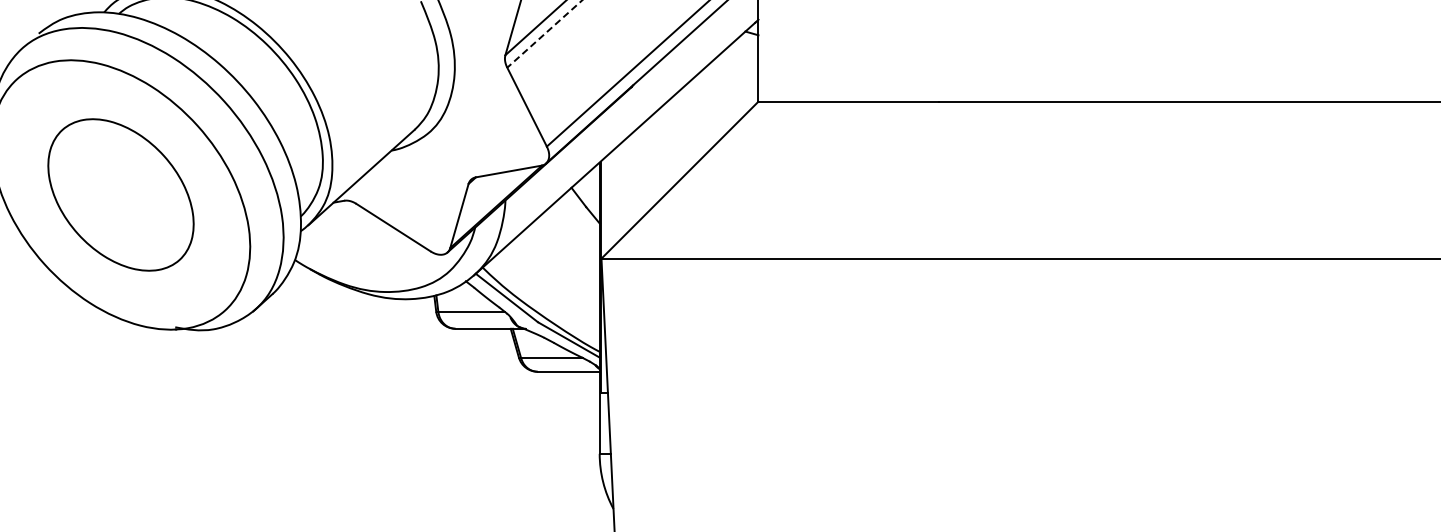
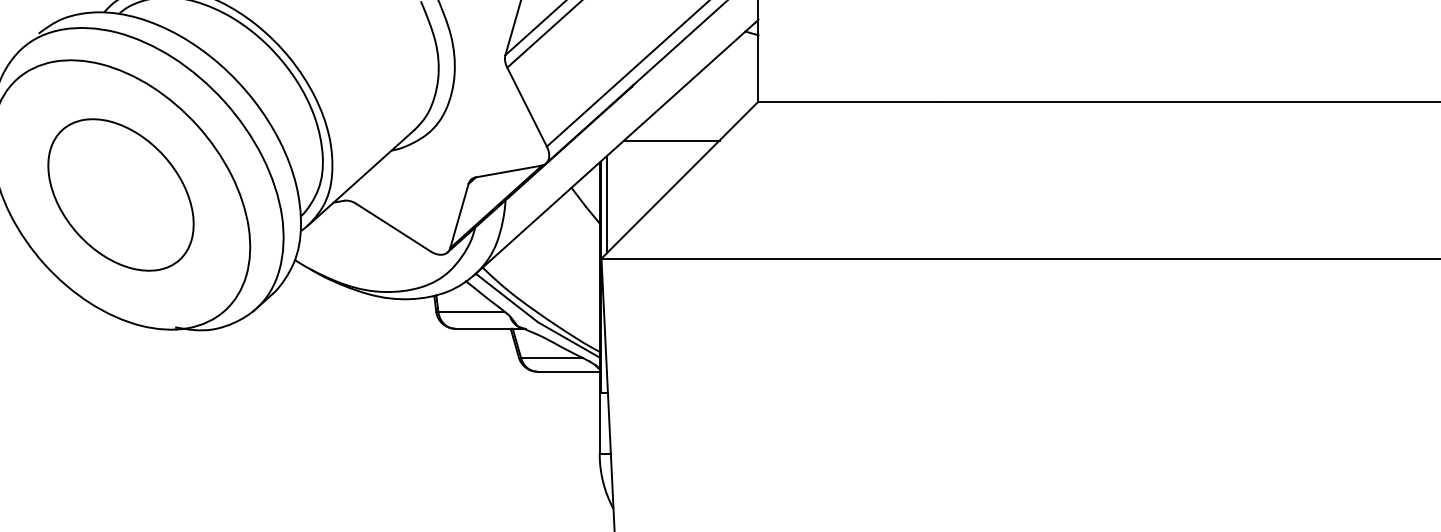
line at (544, 34): dashed -> solid
line at (671, 140): none -> present
line at (607, 204): none -> present
